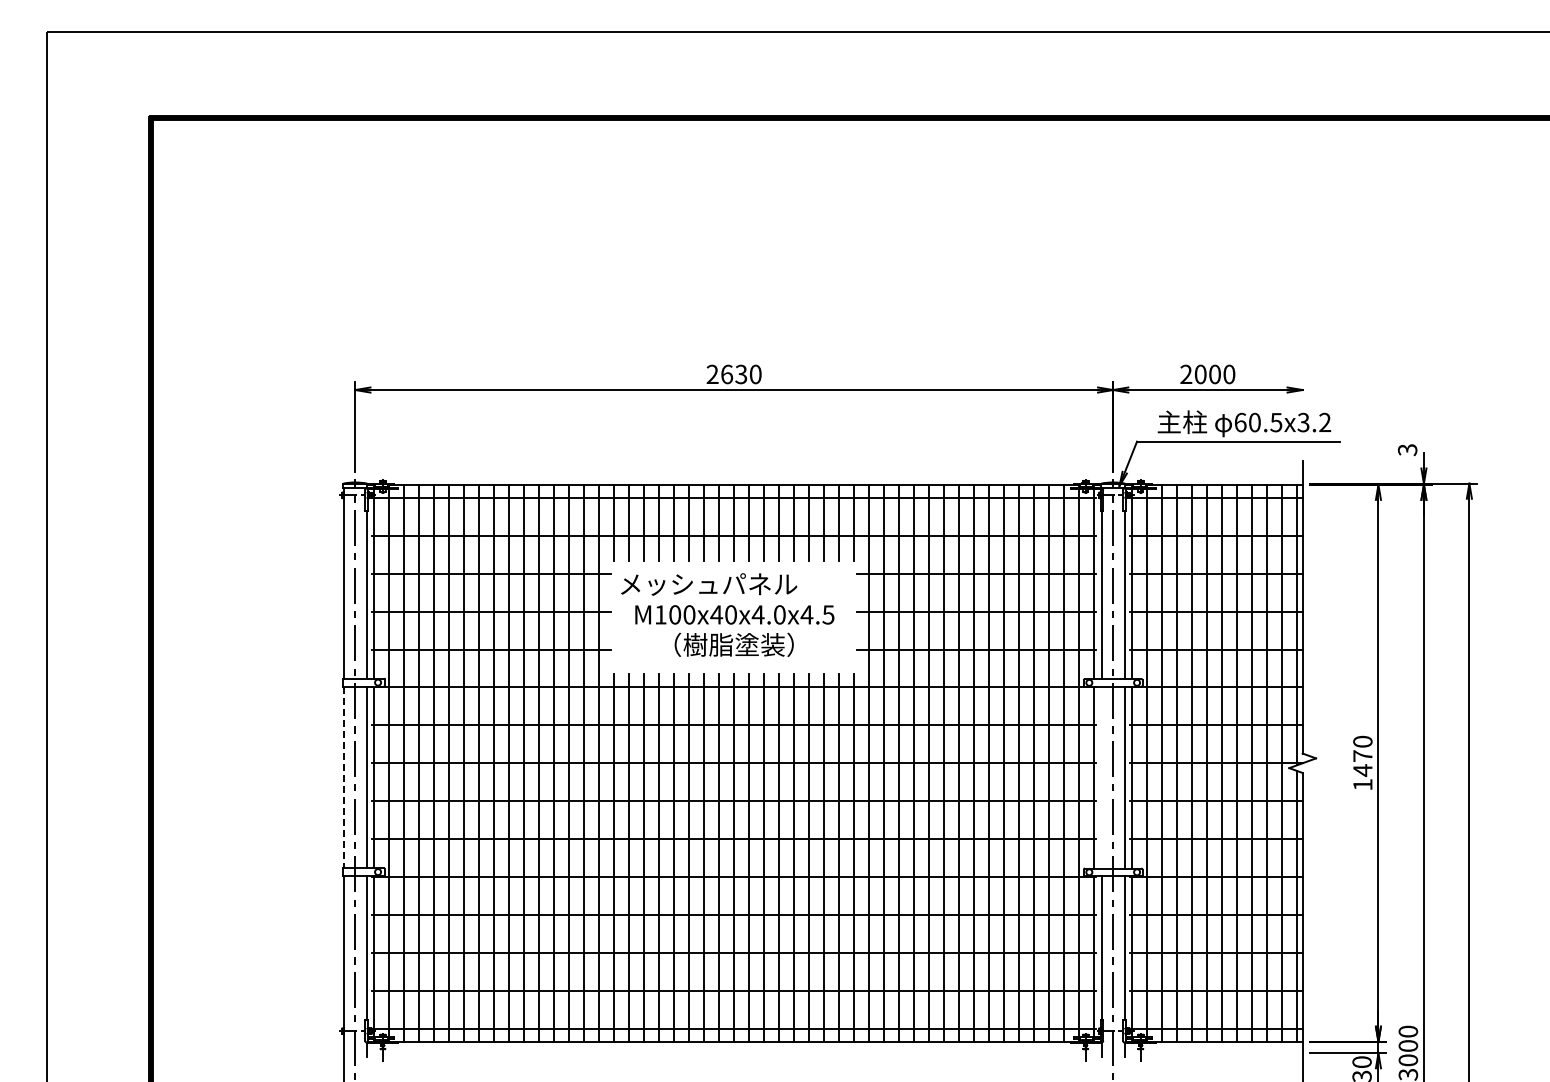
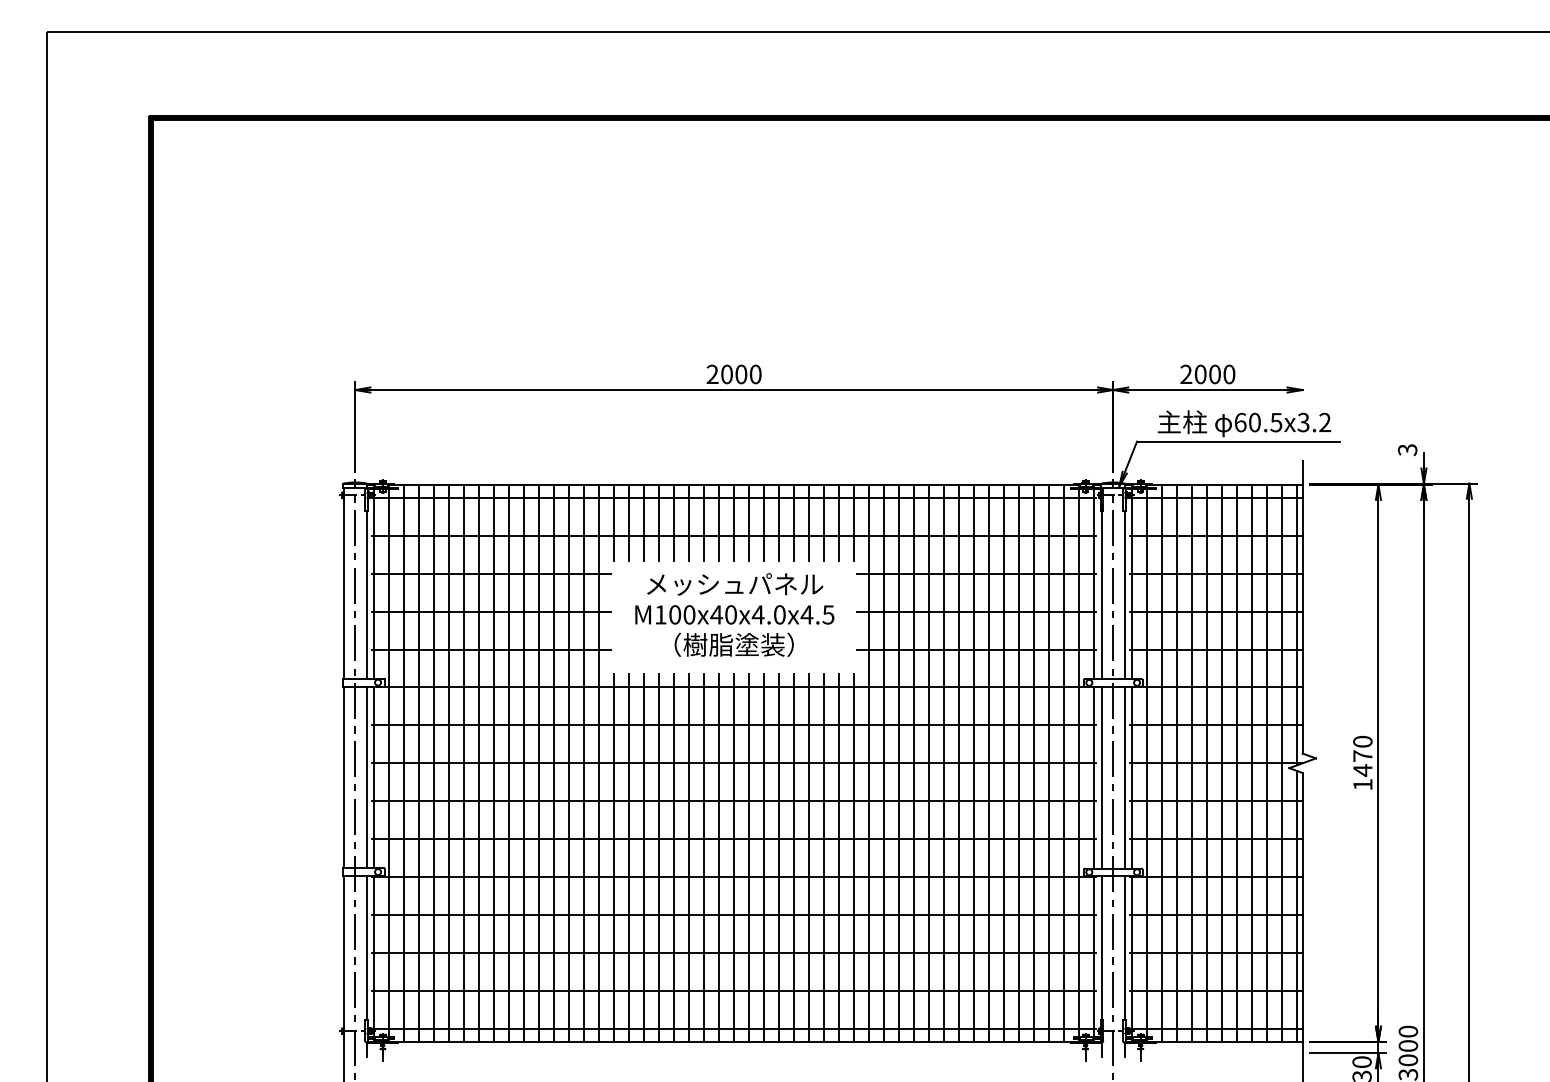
text at (734, 374): 2630 -> 2000
text at (709, 584) position: (709, 584) -> (735, 584)
line at (343, 777): dashed -> solid
line at (1101, 777): none -> present
